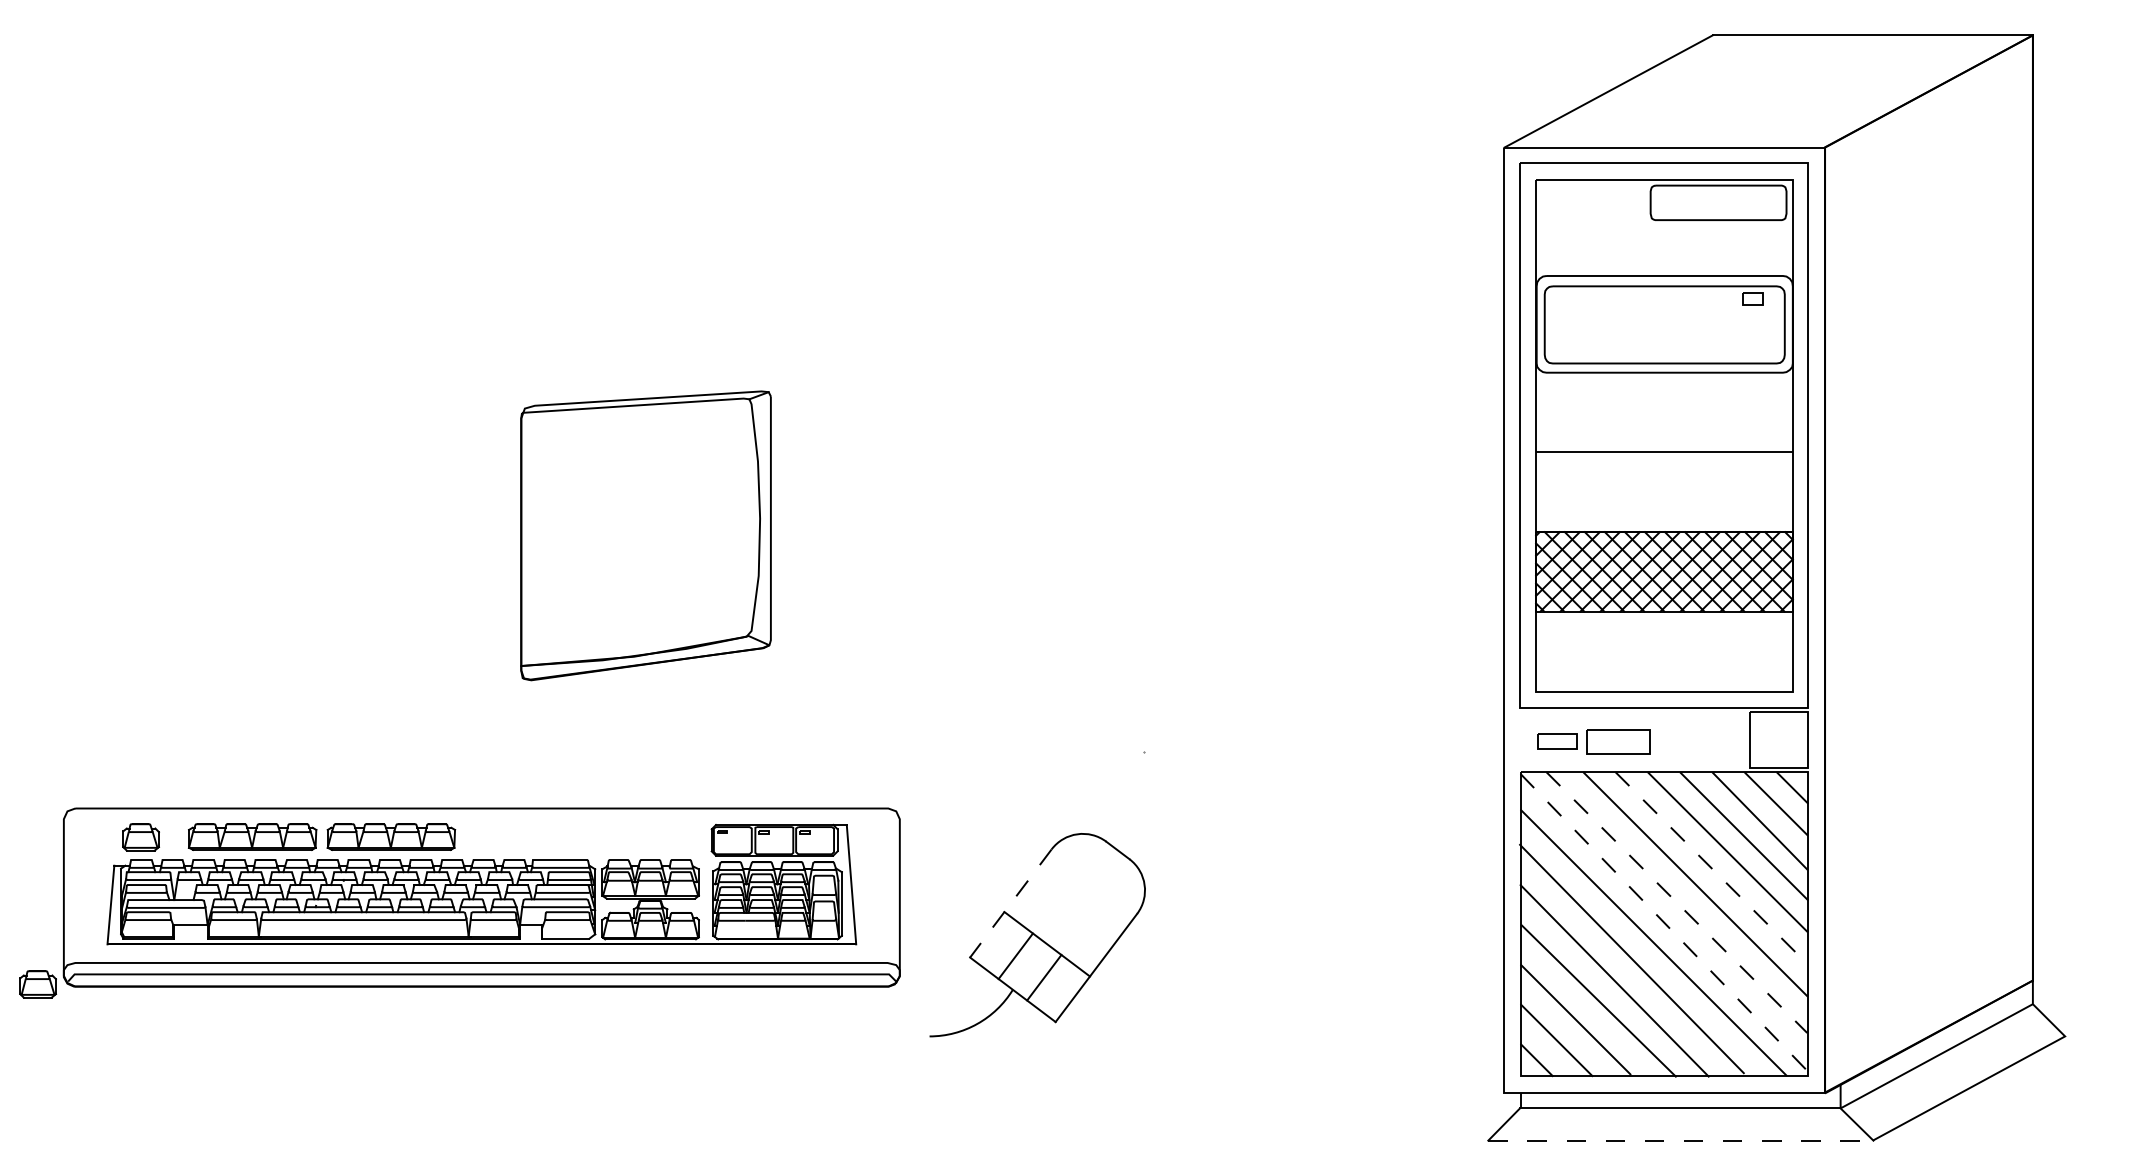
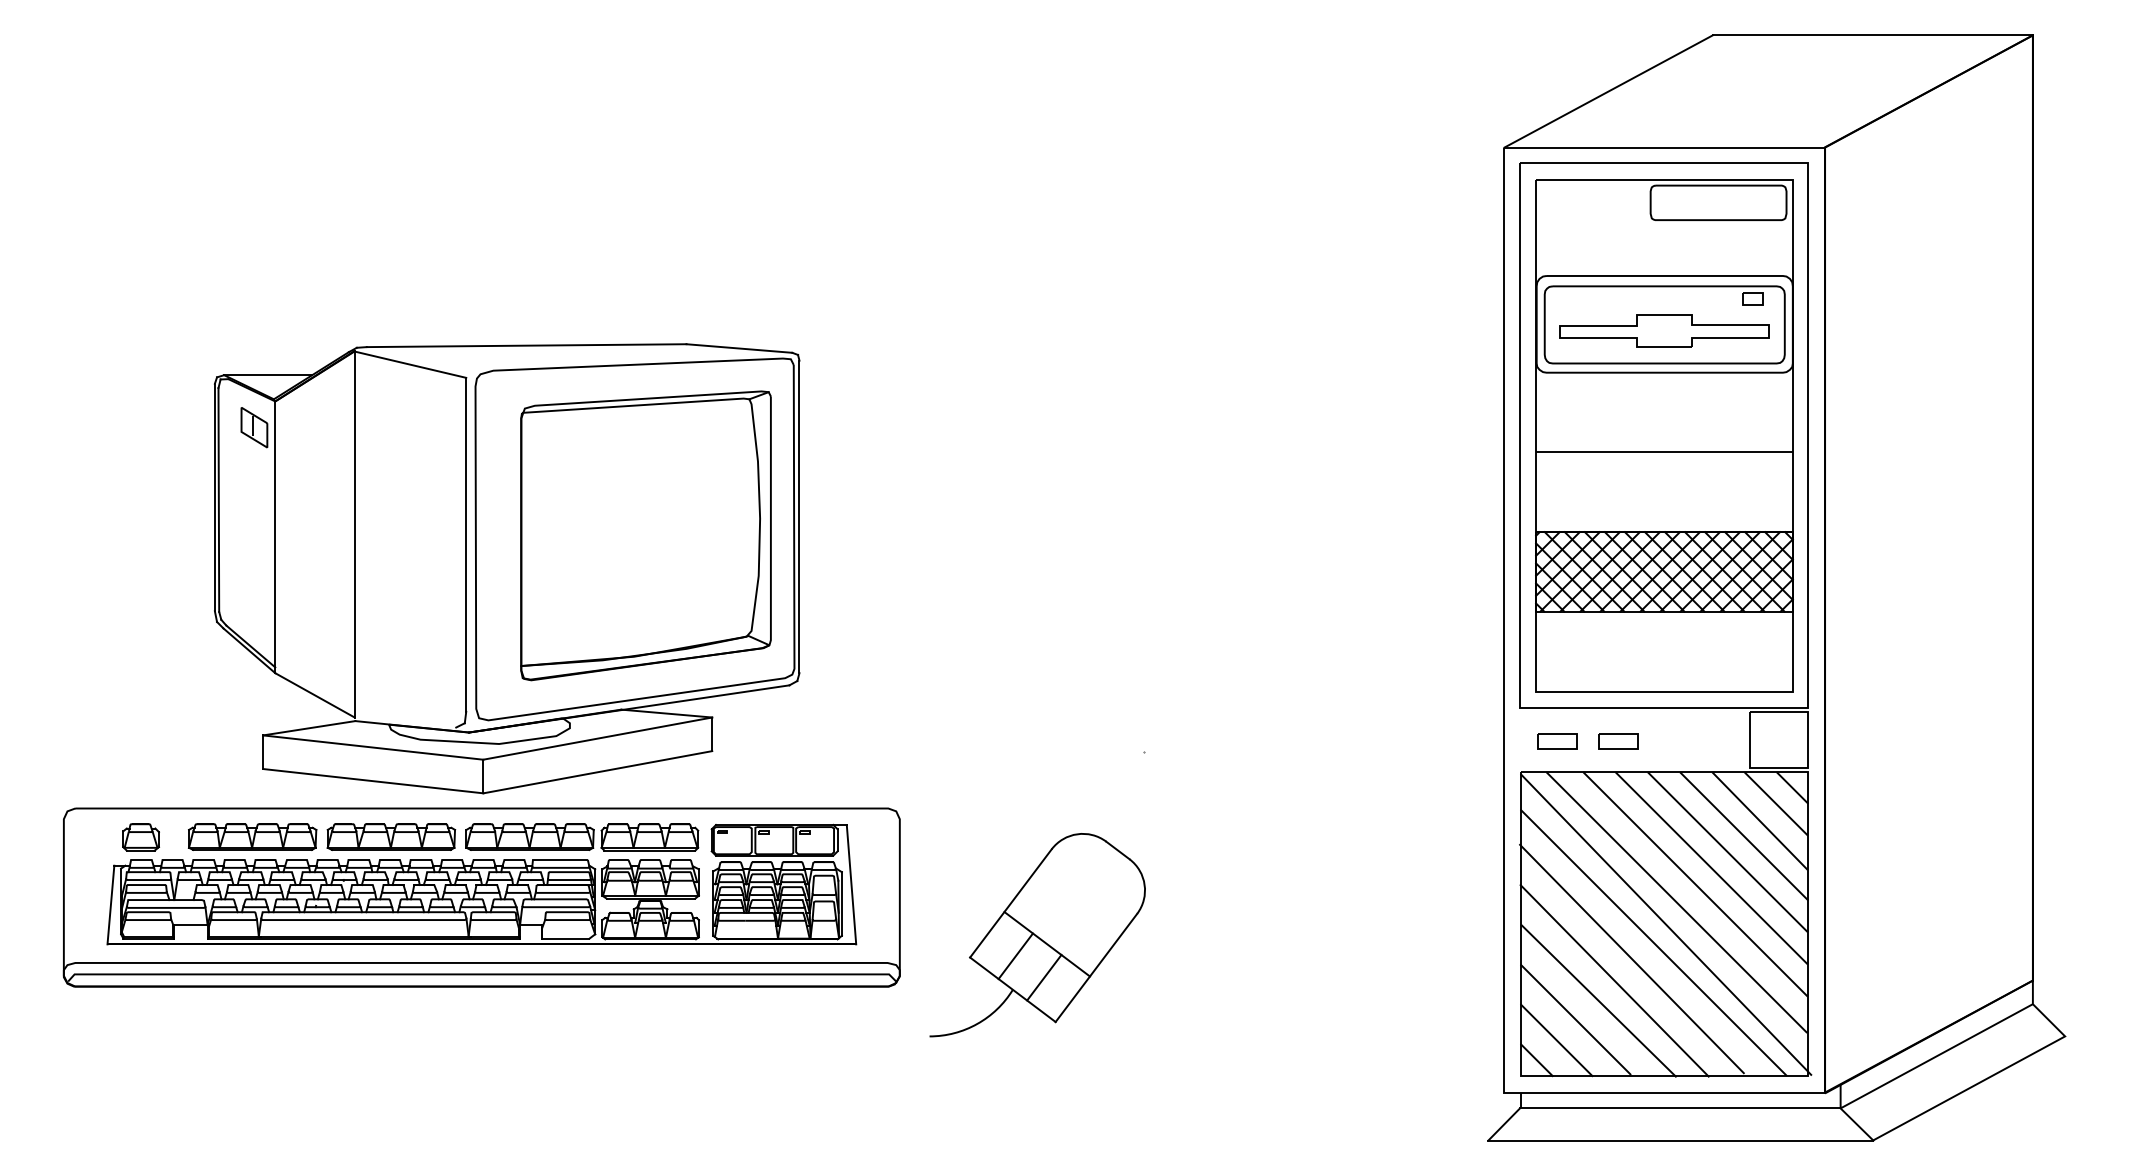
part at (1664, 330): none -> present
part at (507, 568): none -> present
part at (1618, 741) size: 65x26 px -> 41x17 px
part at (582, 837): none -> present
line at (1711, 868): dashed -> solid
line at (1677, 902): dashed -> solid
line at (1010, 903): dashed -> solid
line at (1666, 924): dashed -> solid
part at (37, 984): present -> none
line at (1680, 1140): dashed -> solid
